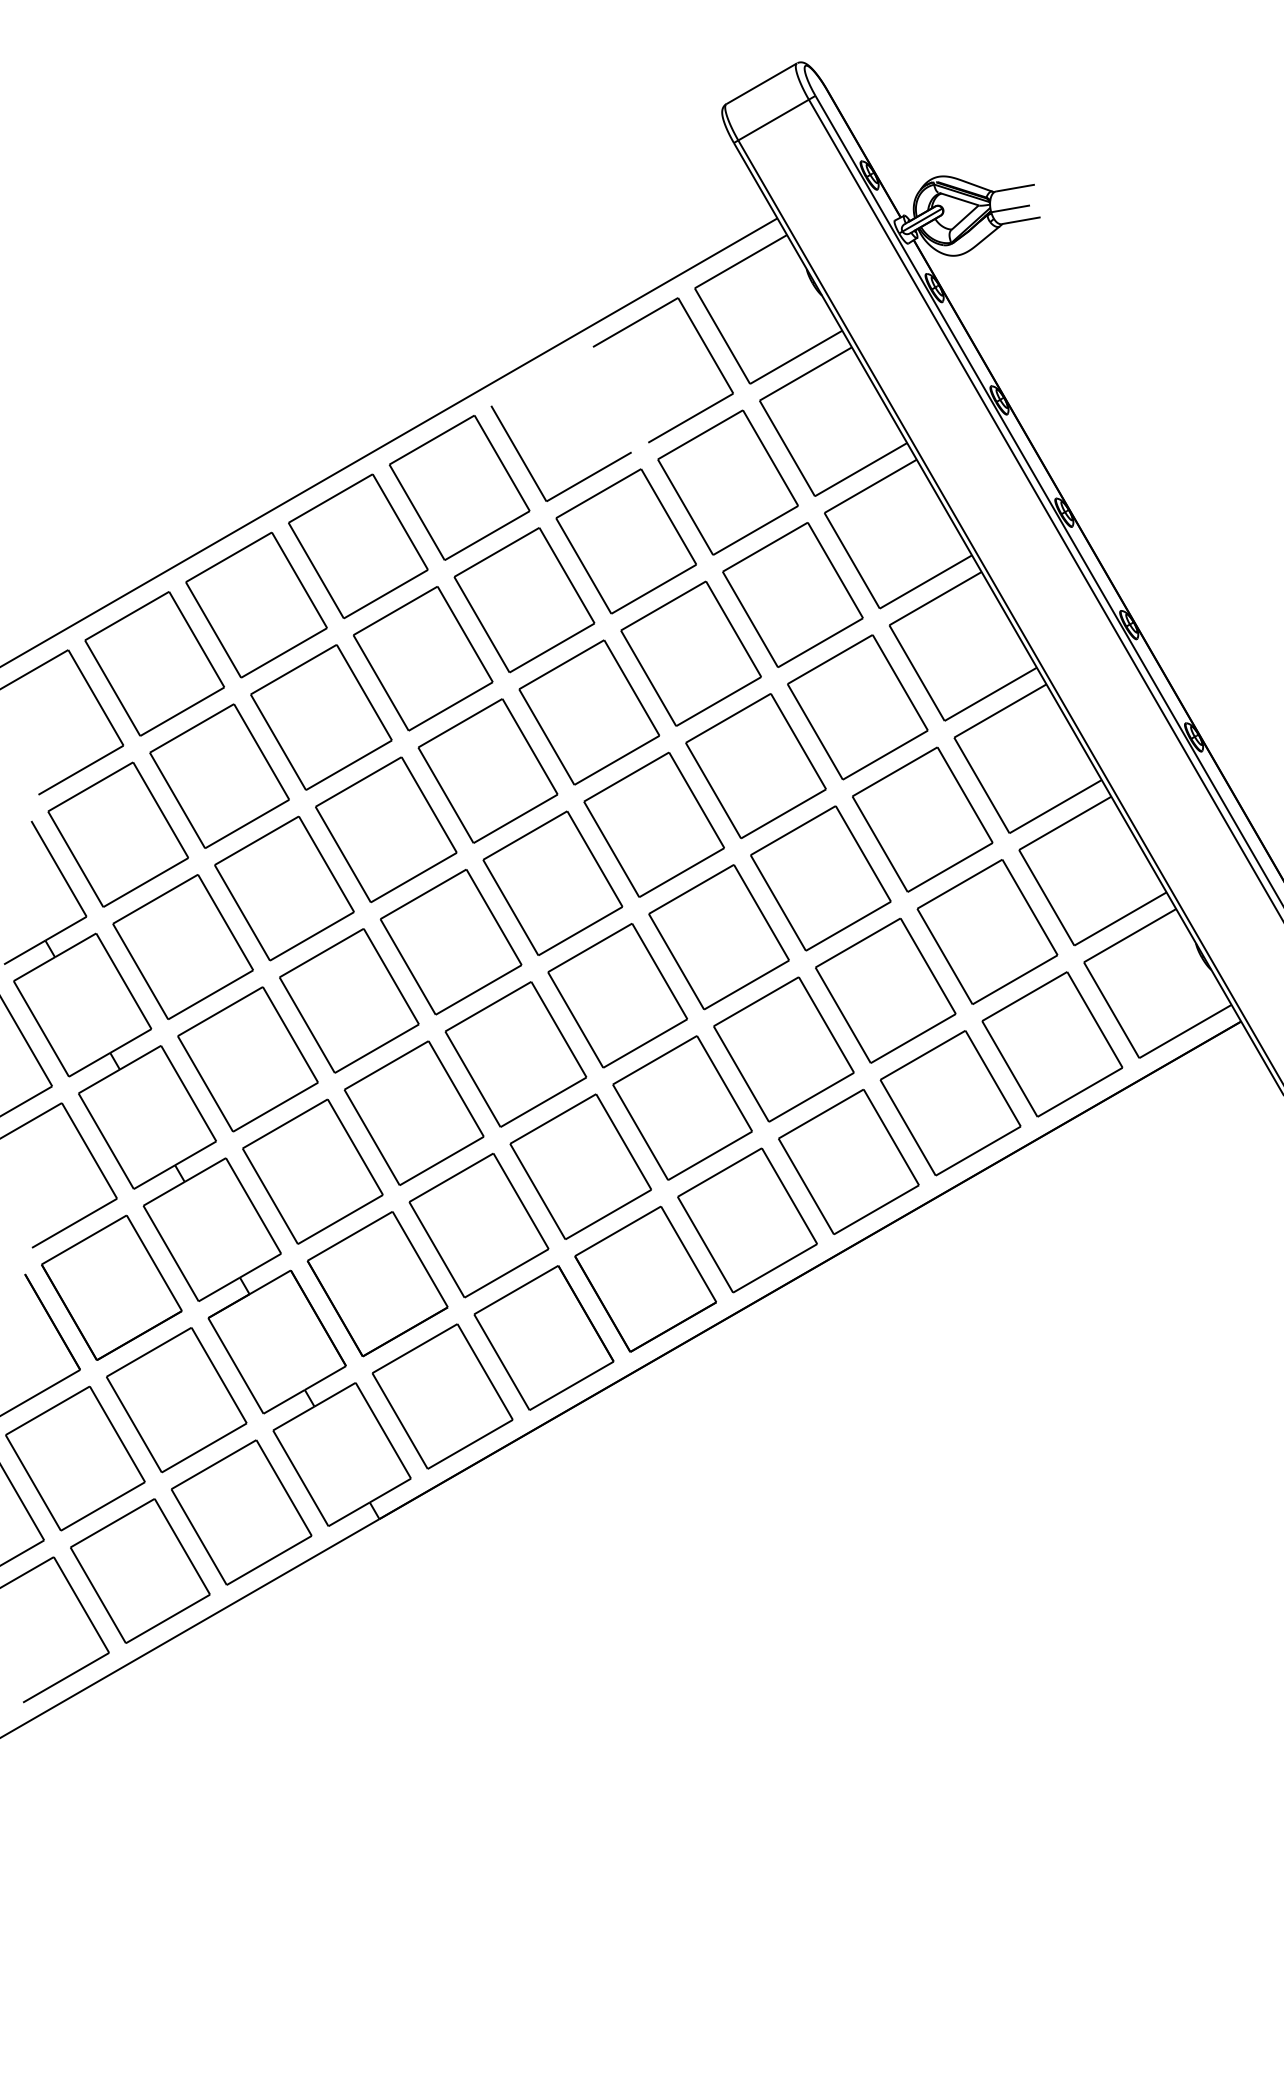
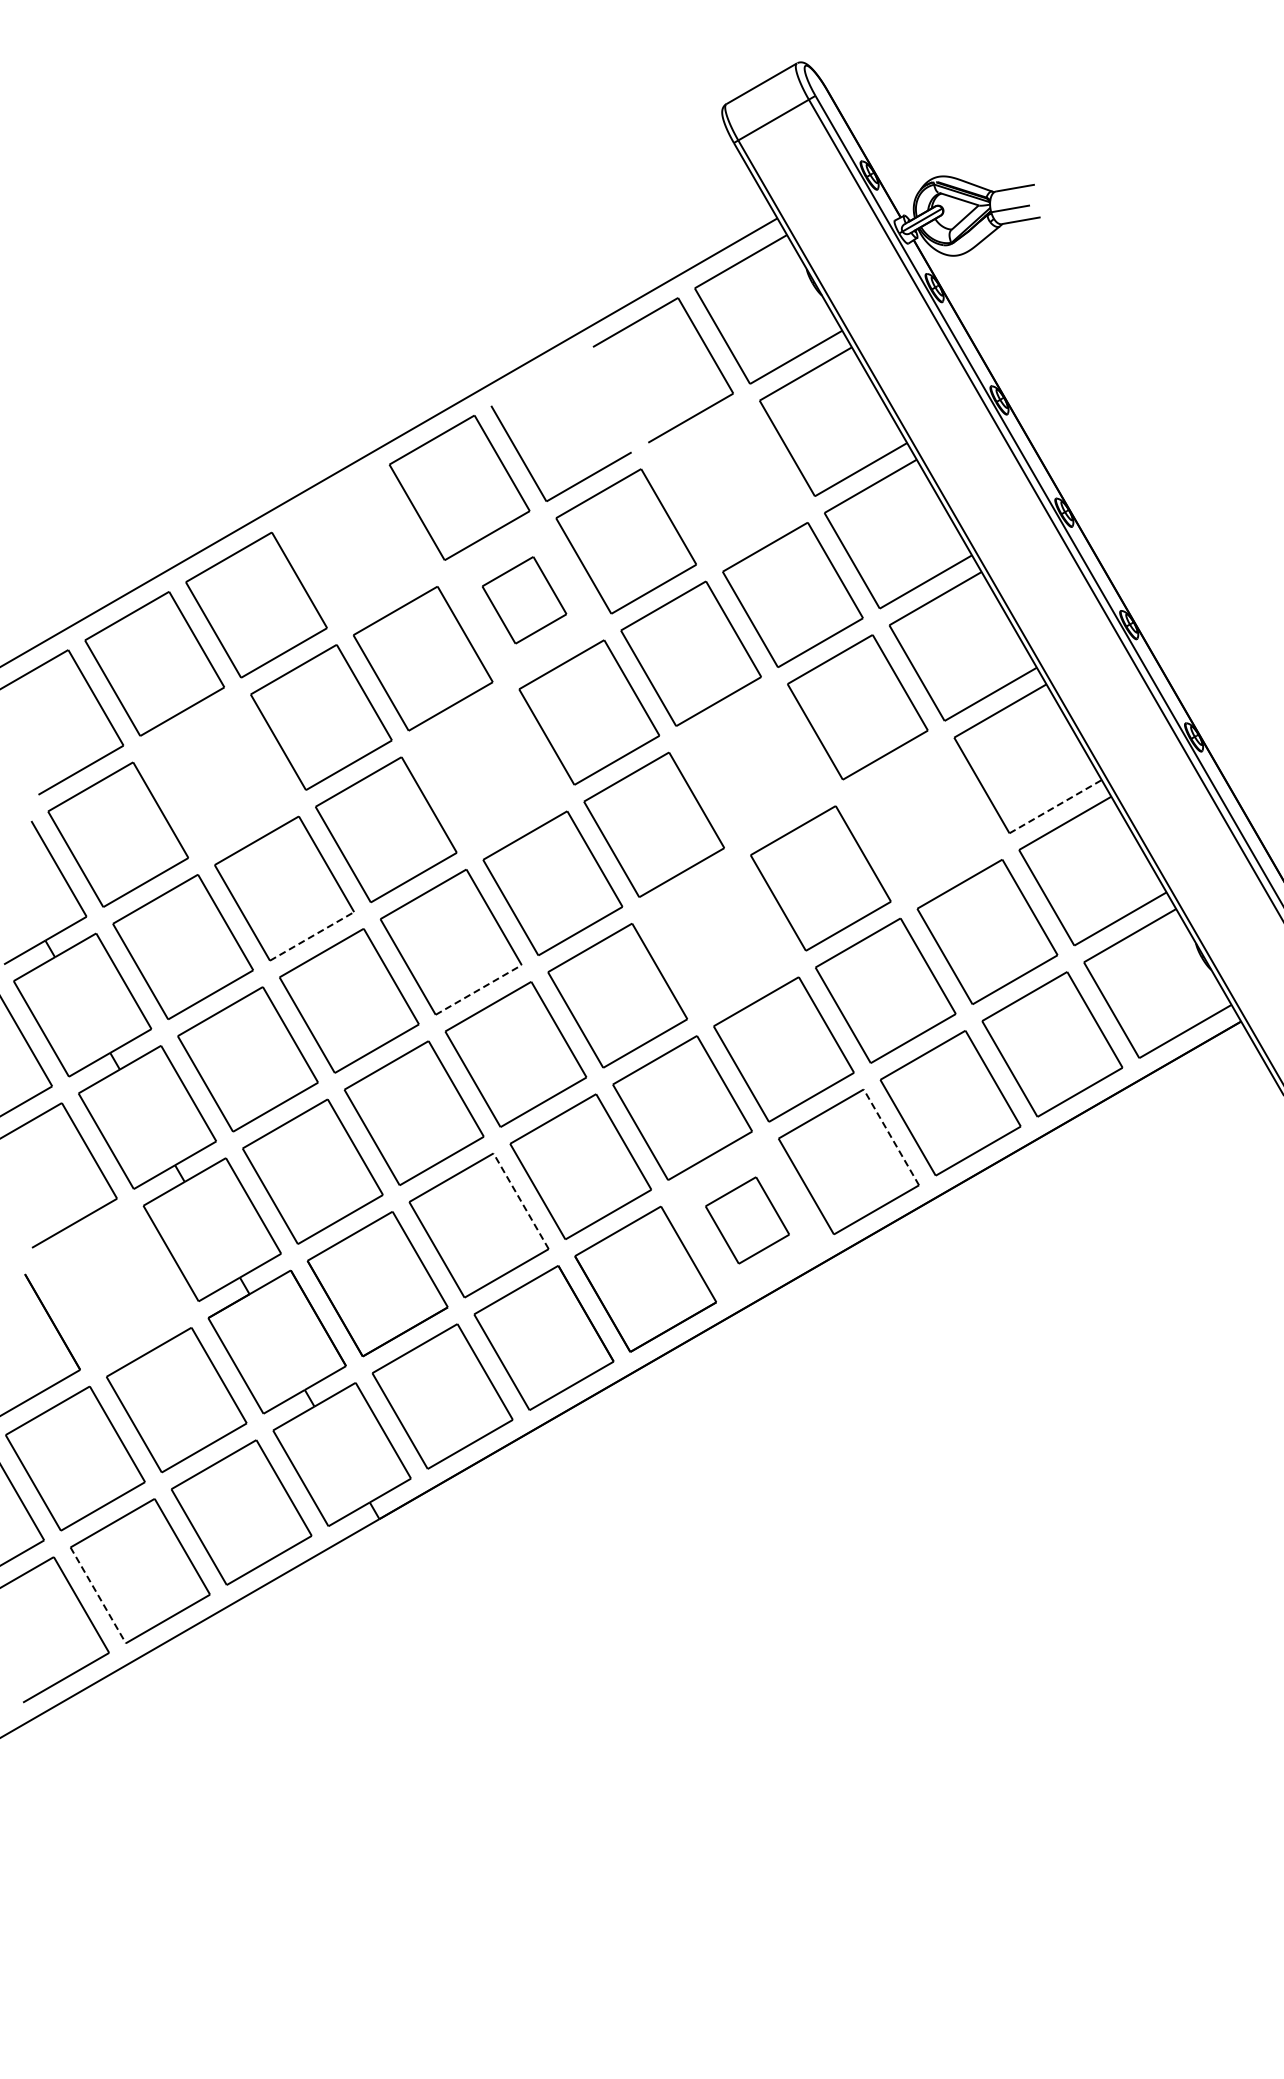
part at (727, 482): present -> none
part at (358, 546): present -> none
part at (524, 600) size: 143x147 px -> 86x89 px
part at (755, 766): present -> none
part at (487, 770): present -> none
part at (219, 775): present -> none
line at (1056, 806): solid -> dashed
part at (922, 819): present -> none
line at (312, 936): solid -> dashed
part at (718, 937): present -> none
line at (478, 989): solid -> dashed
line at (891, 1136): solid -> dashed
line at (520, 1200): solid -> dashed
part at (747, 1220) size: 141x147 px -> 85x89 px
part at (111, 1287): present -> none
line at (98, 1595): solid -> dashed
